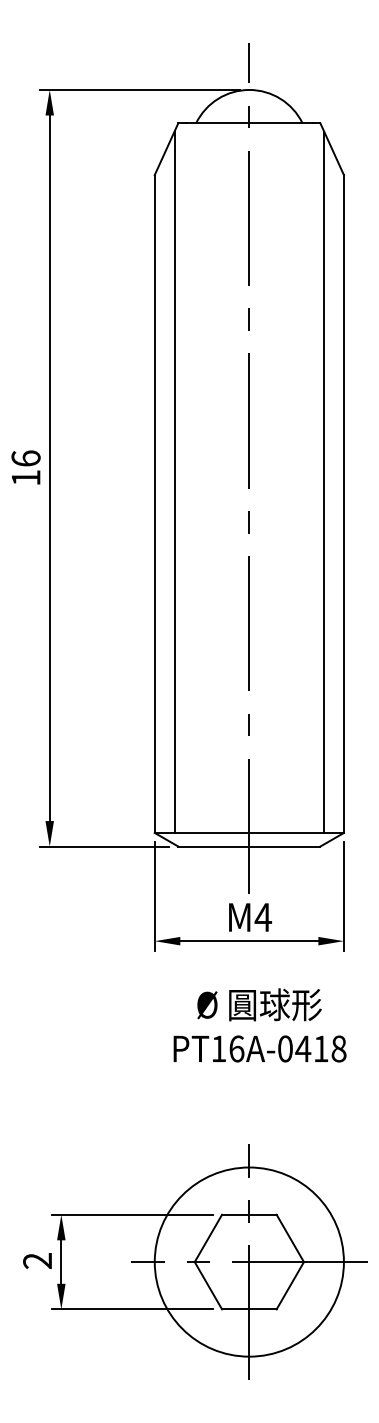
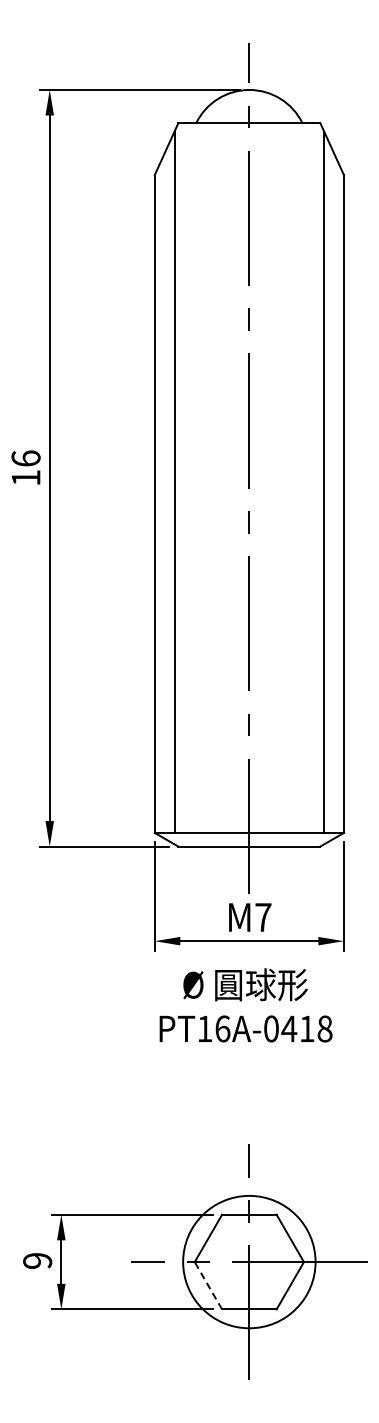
text at (263, 917): 4 -> 7
text at (259, 1025) position: (259, 1025) -> (245, 1005)
text at (37, 1260): 2 -> 9
circle at (248, 1261) diameter: 189 px -> 132 px
line at (208, 1285): solid -> dashed
